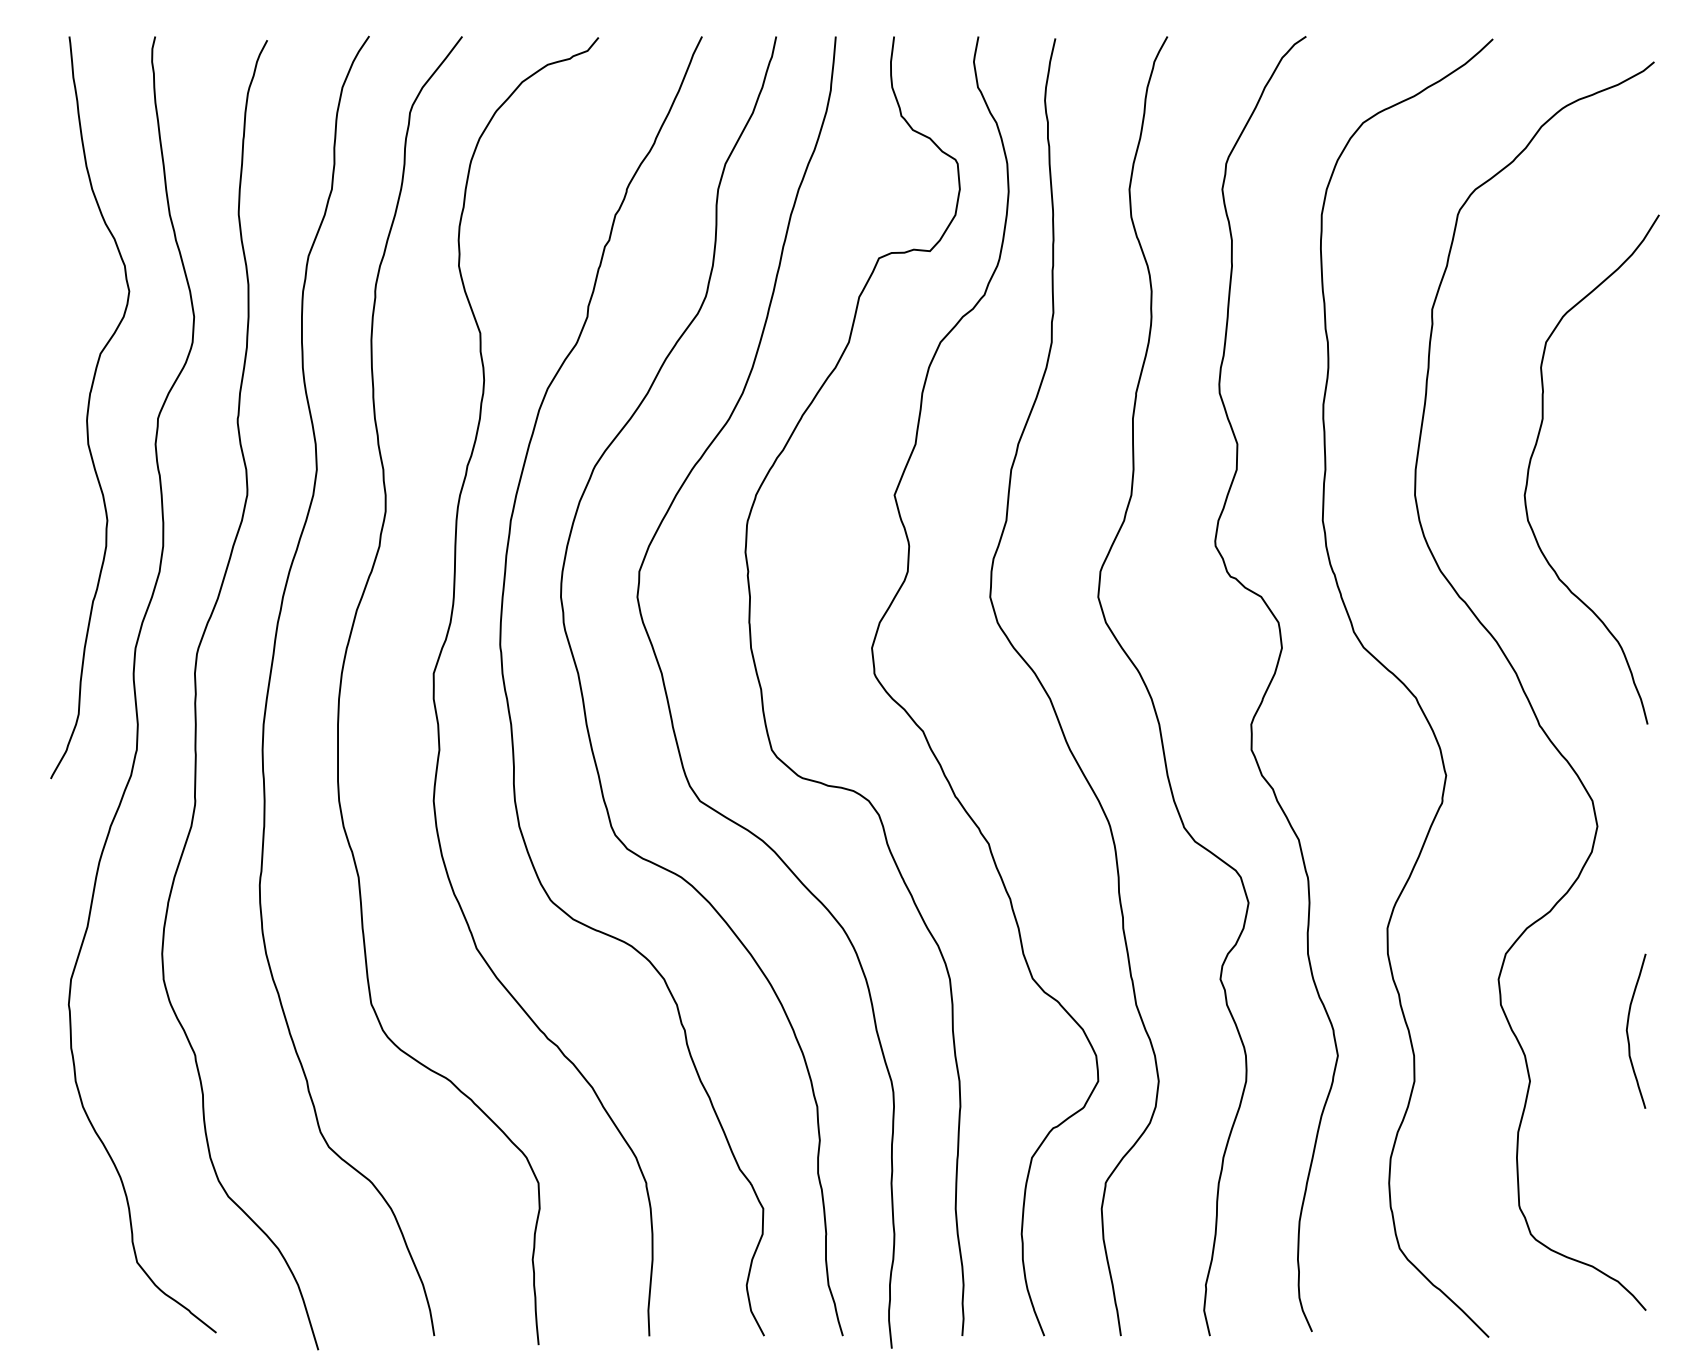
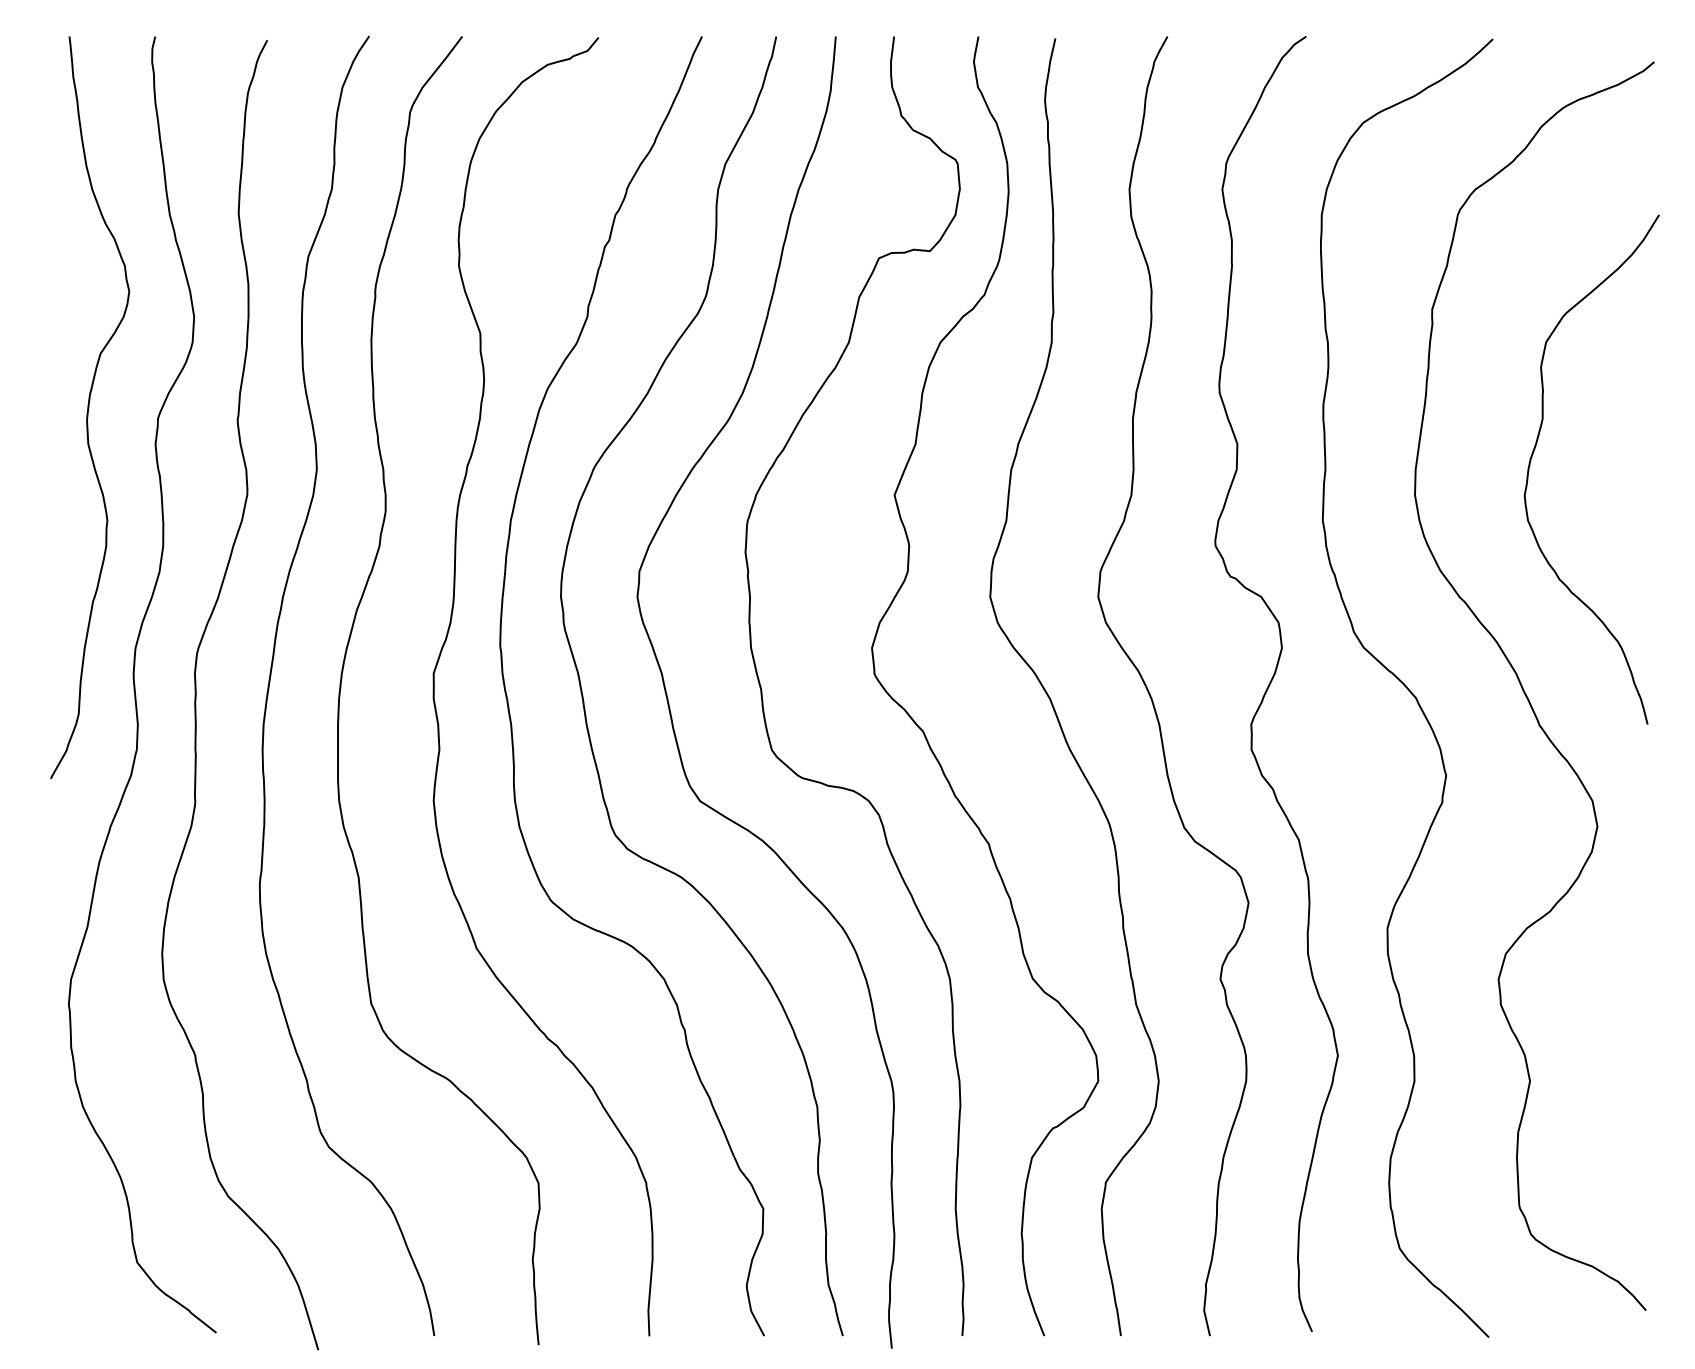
curve at (1628, 1027): present -> none
